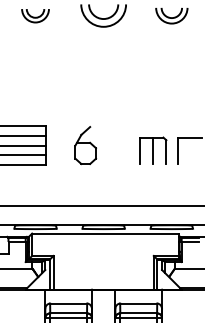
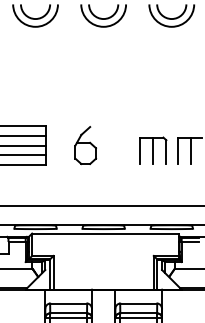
part at (35, 16) size: 29x15 px -> 47x24 px
part at (171, 16) size: 34x17 px -> 48x24 px
line at (190, 150): none -> present
